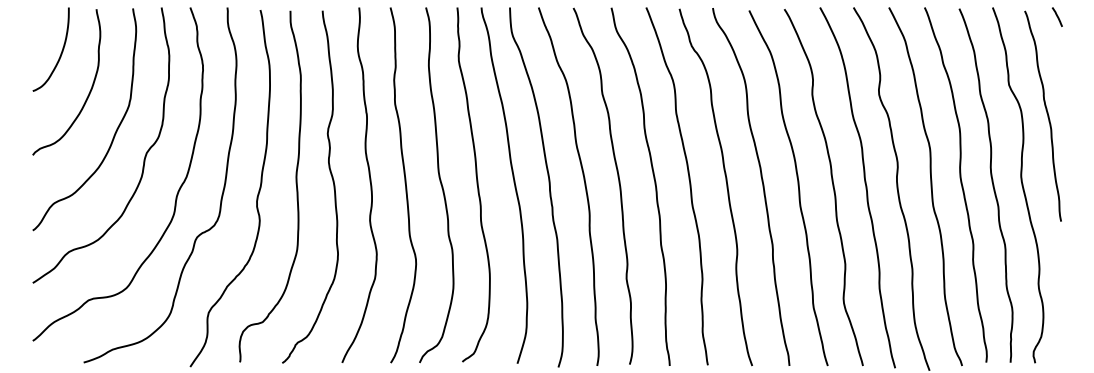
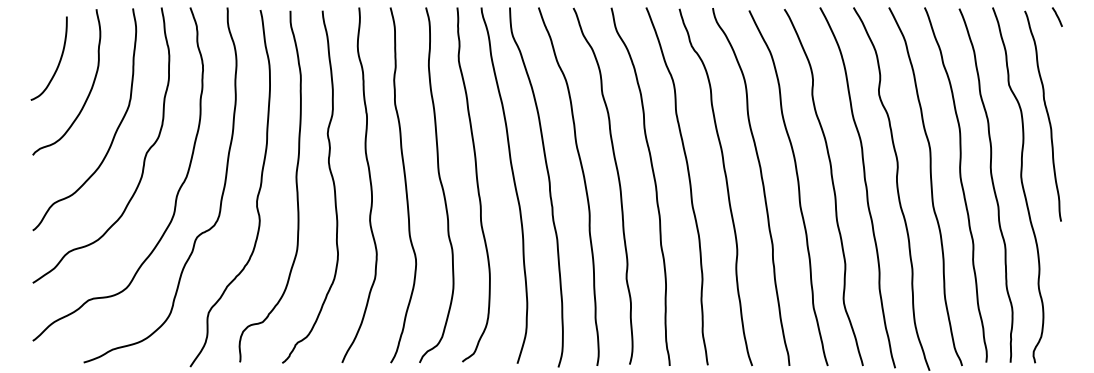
curve at (60, 53) position: (60, 53) -> (58, 62)
